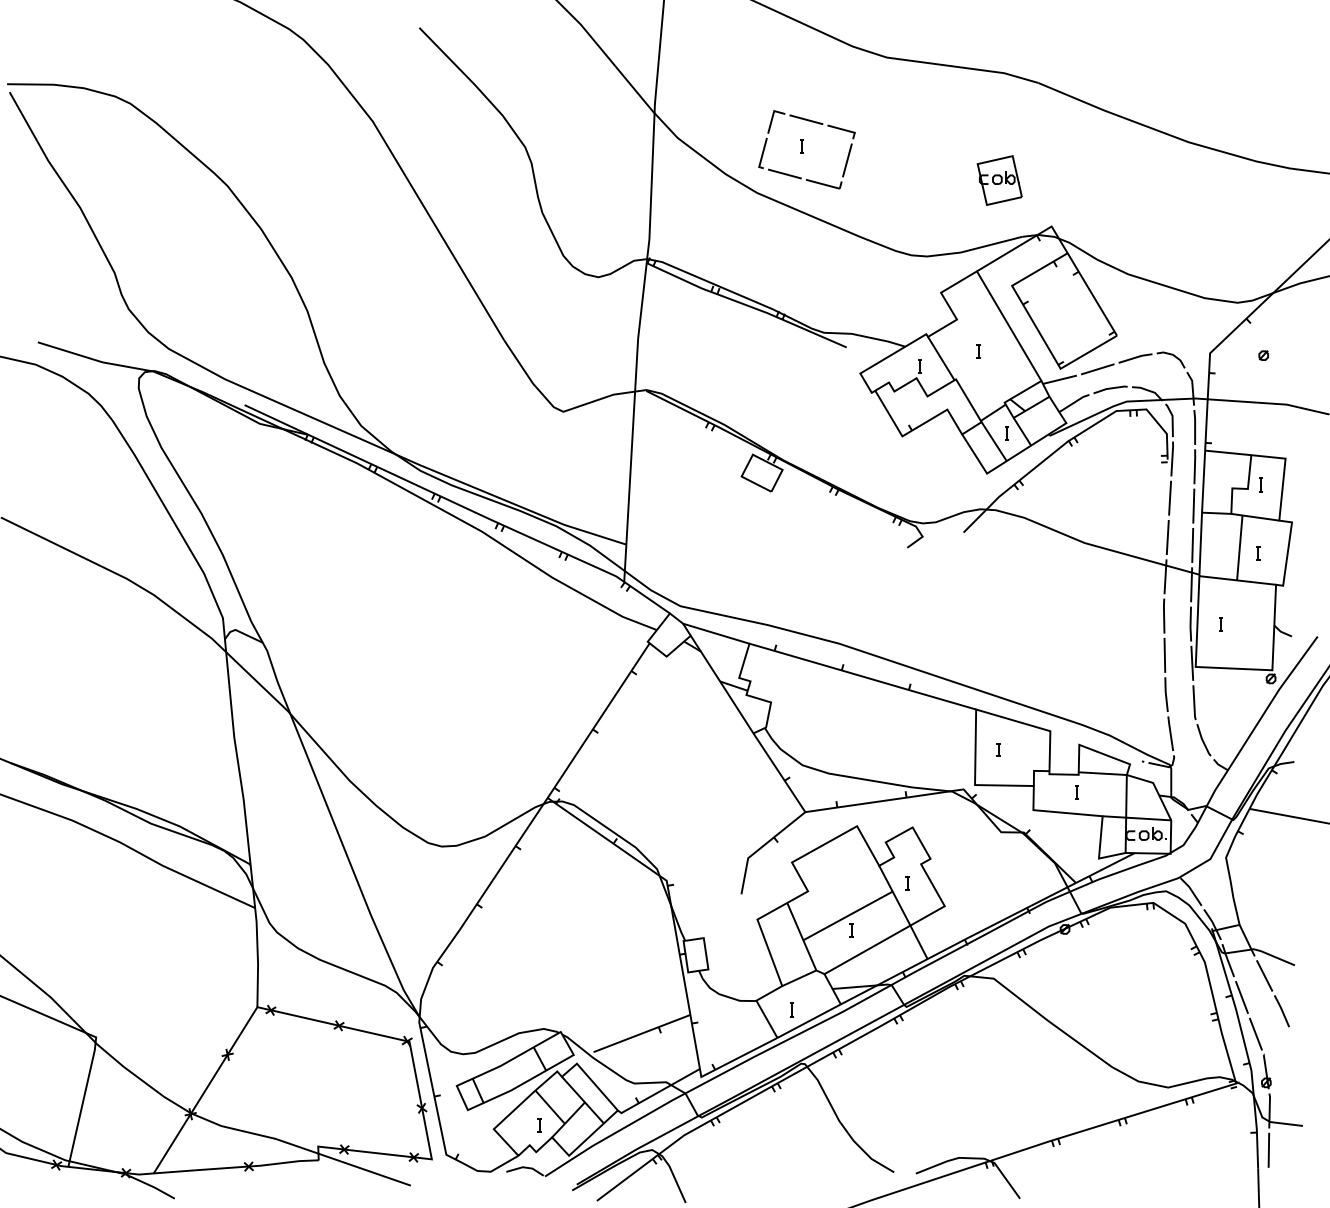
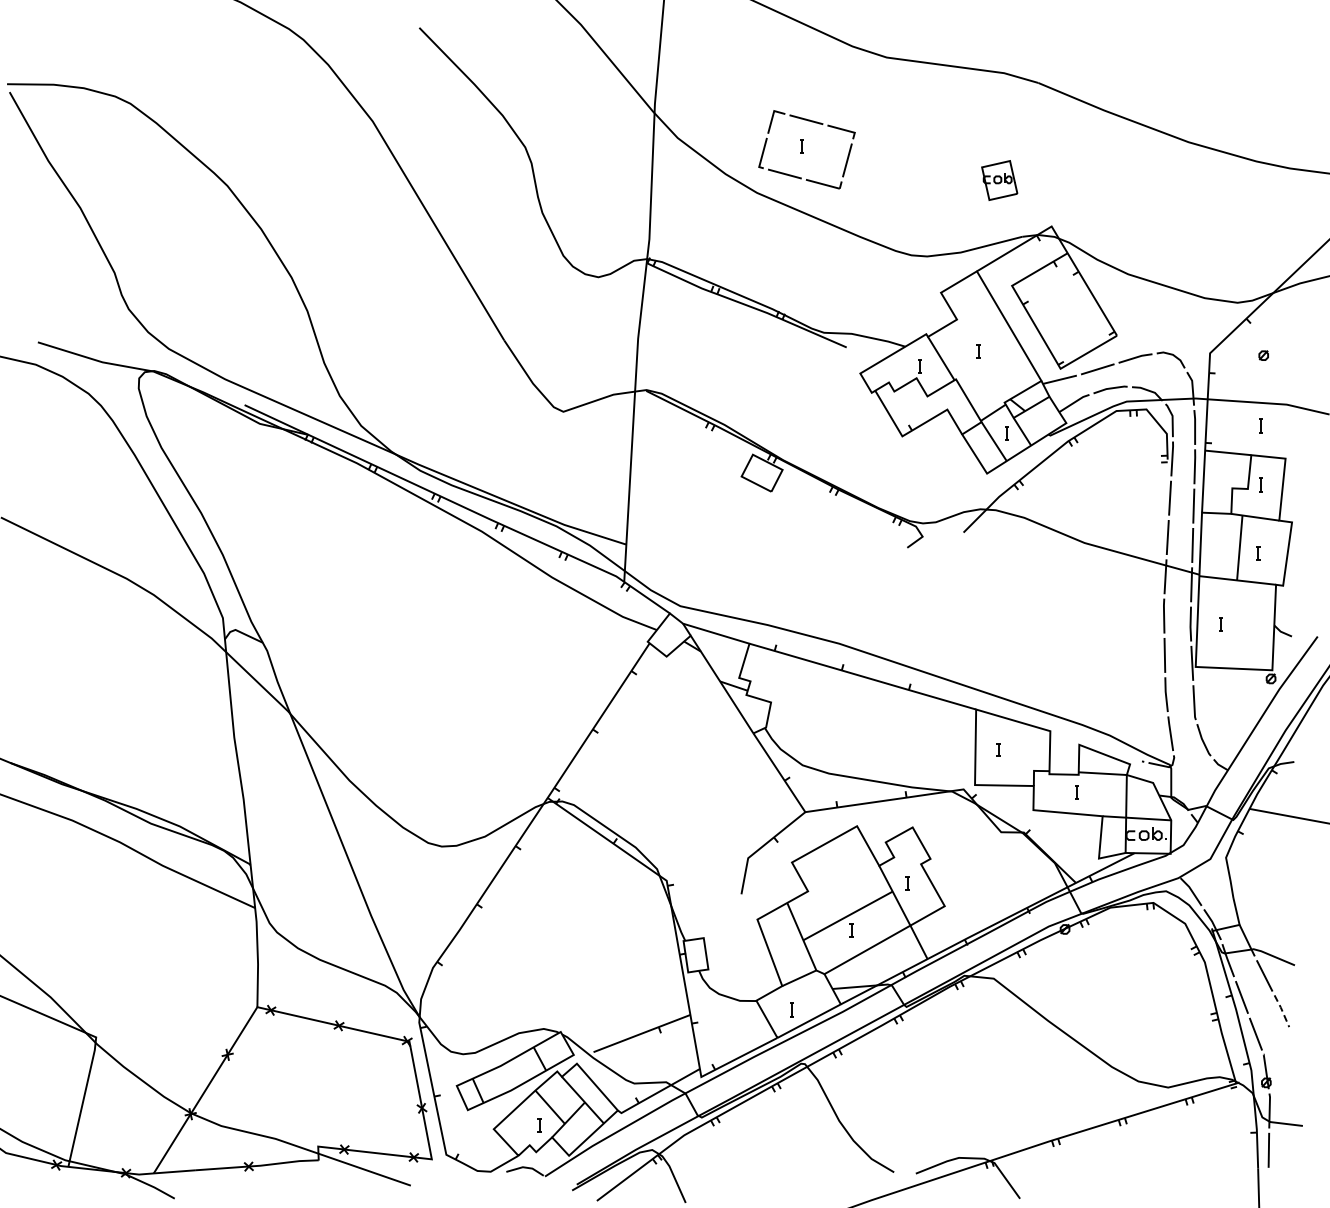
part at (999, 180) size: 47x51 px -> 38x41 px
line at (1260, 425): none -> present
line at (1282, 1011): solid -> dashed
